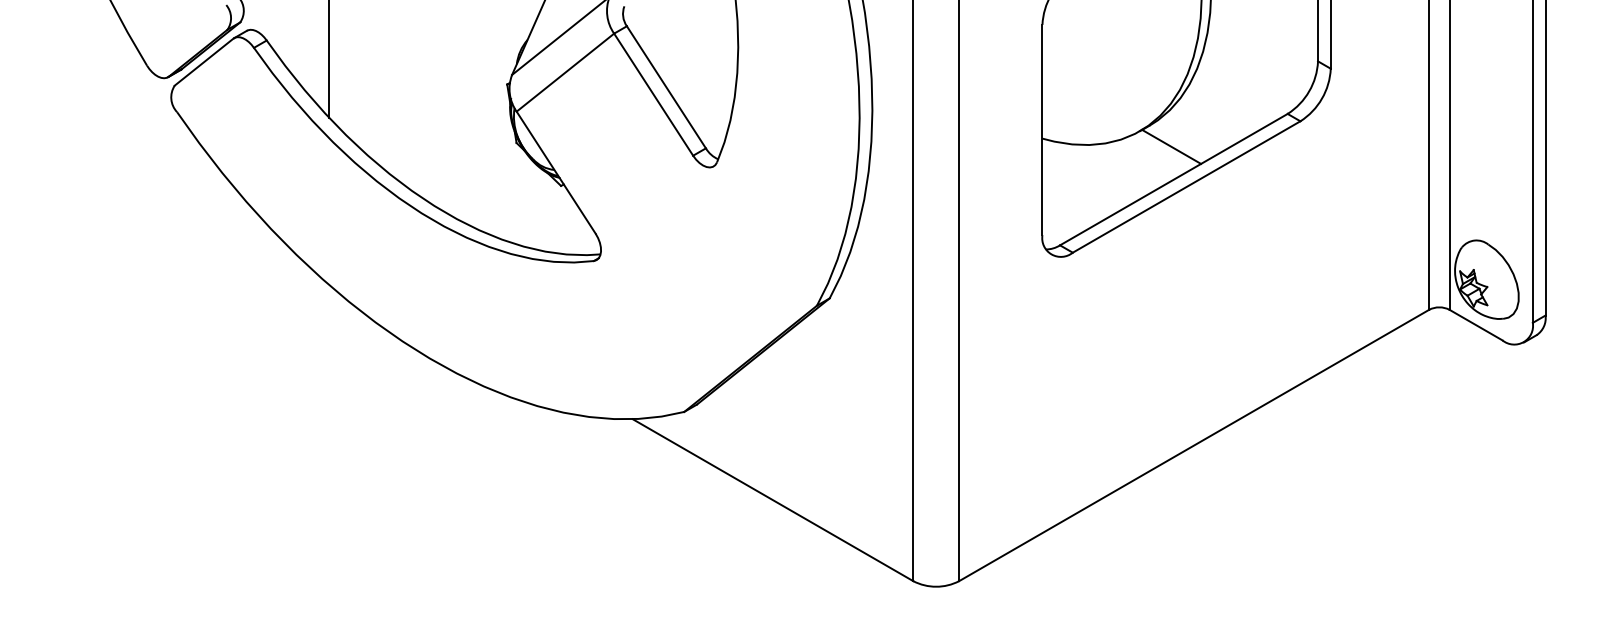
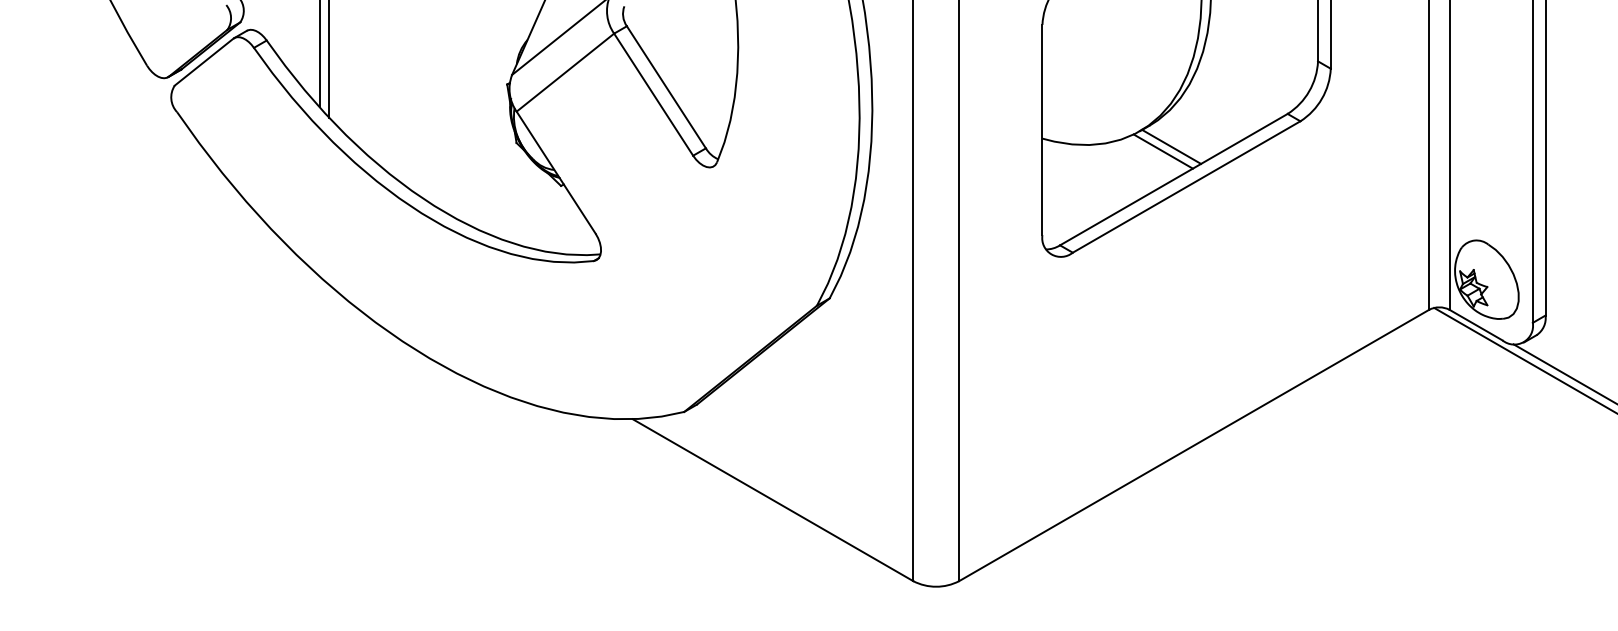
line at (319, 54): none -> present
line at (1162, 151): none -> present
line at (1524, 359): none -> present
line at (1563, 373): none -> present
